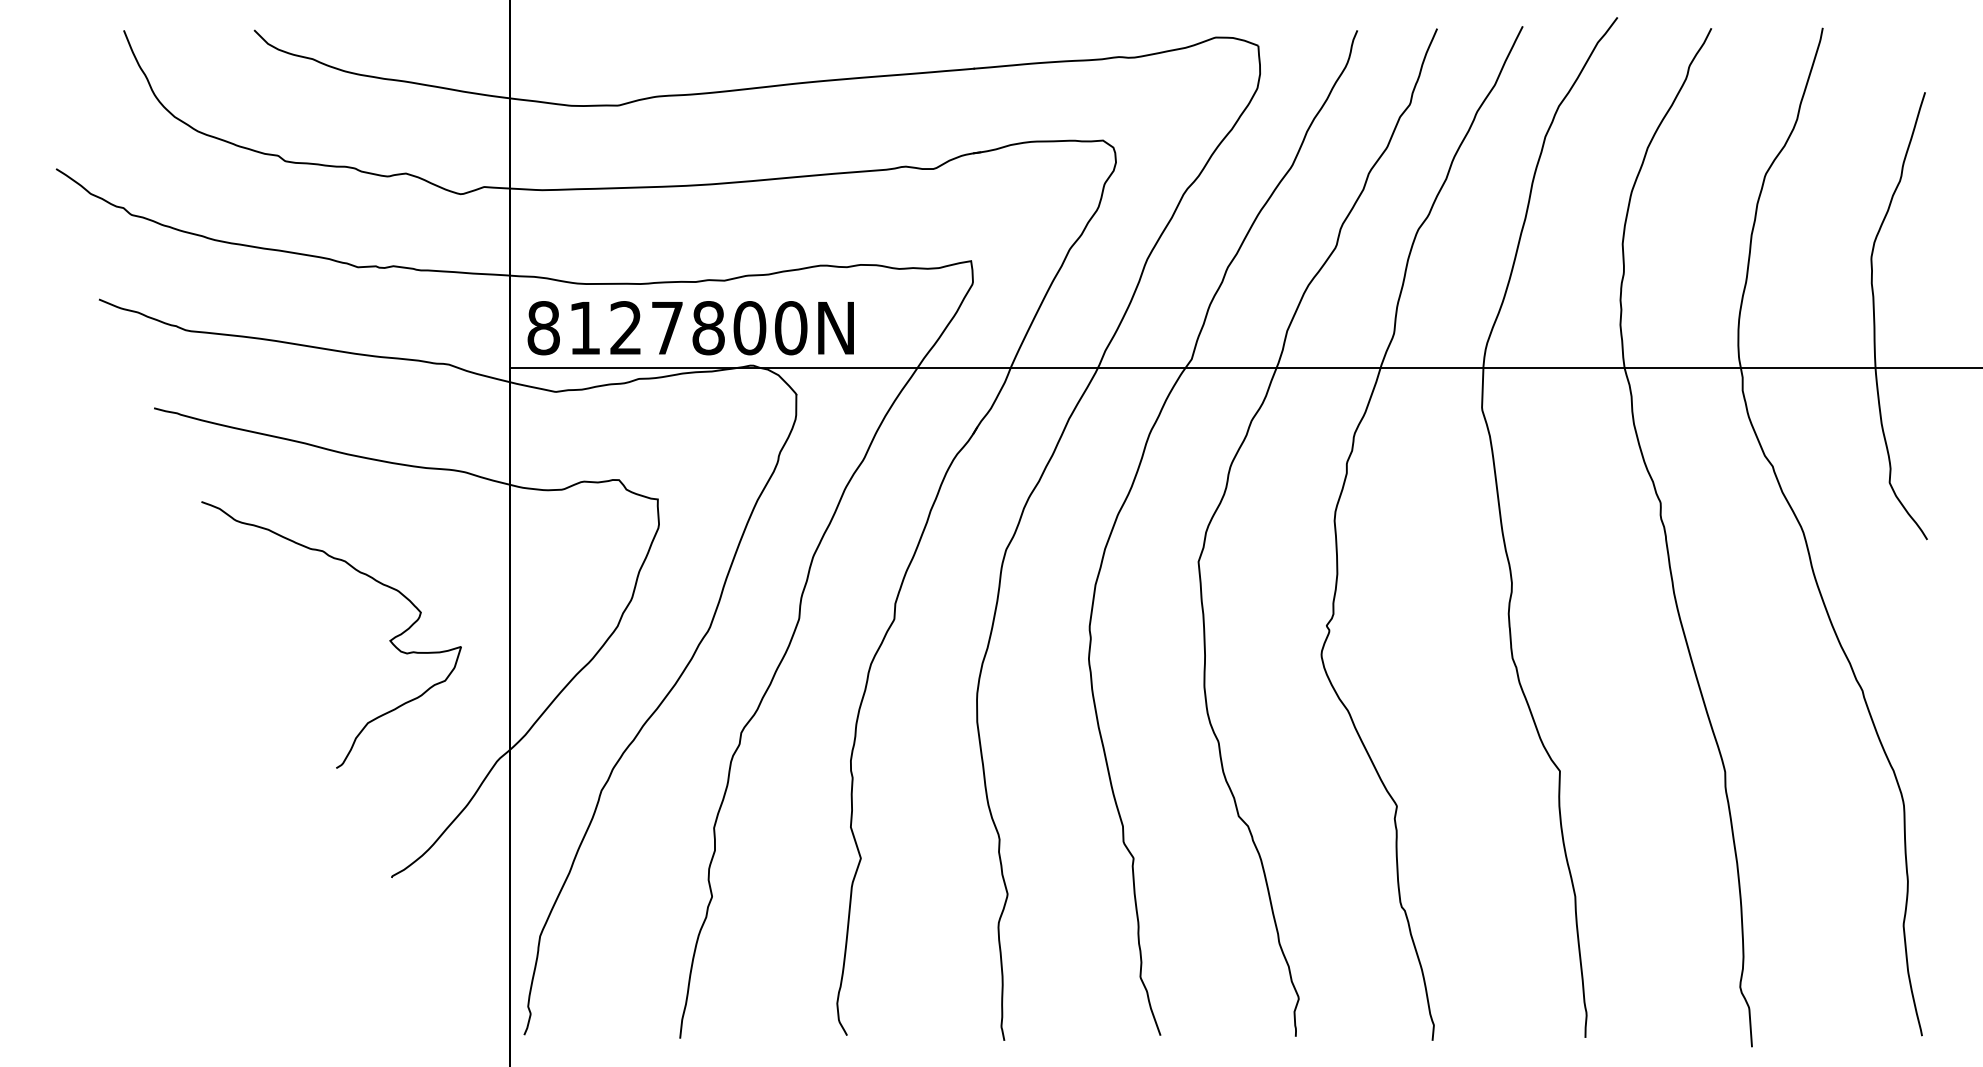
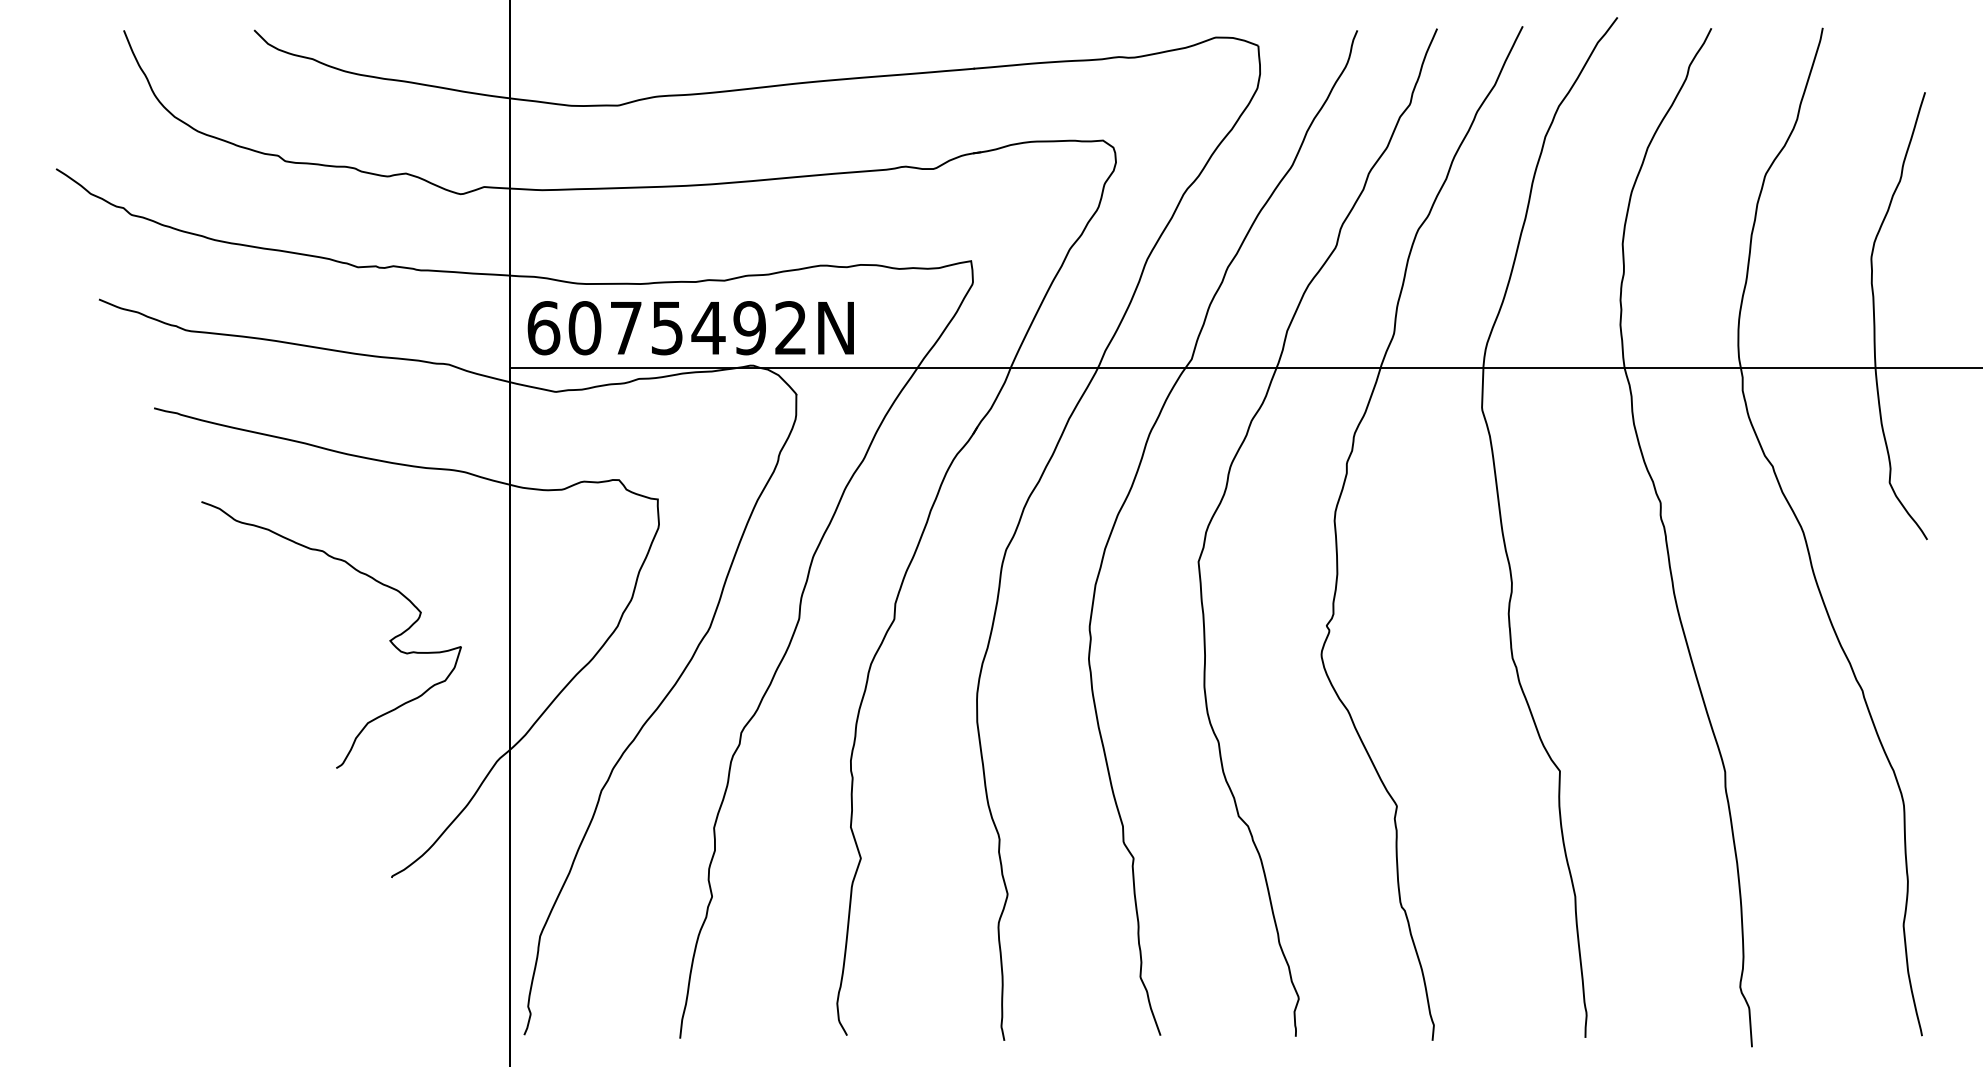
text at (667, 328): 8127800N -> 6075492N
